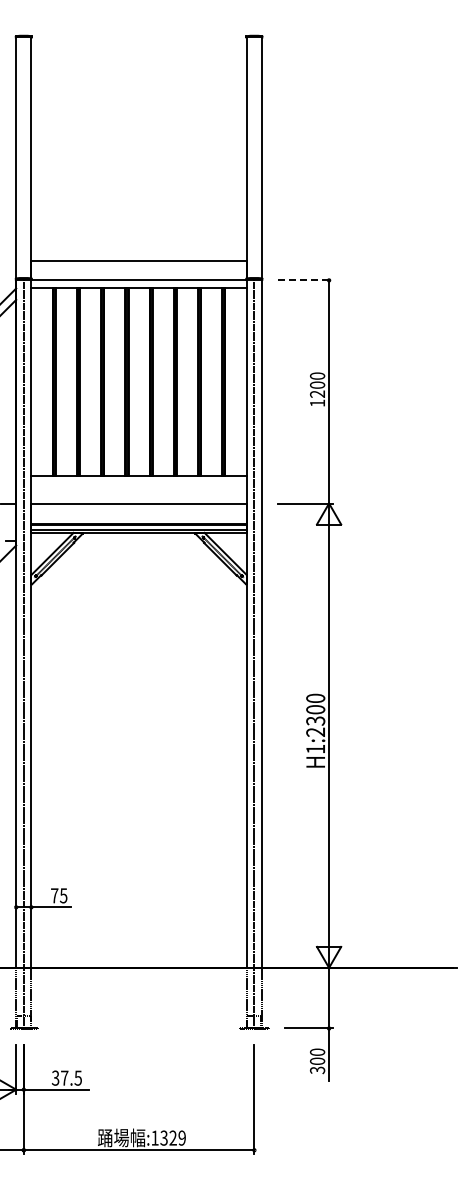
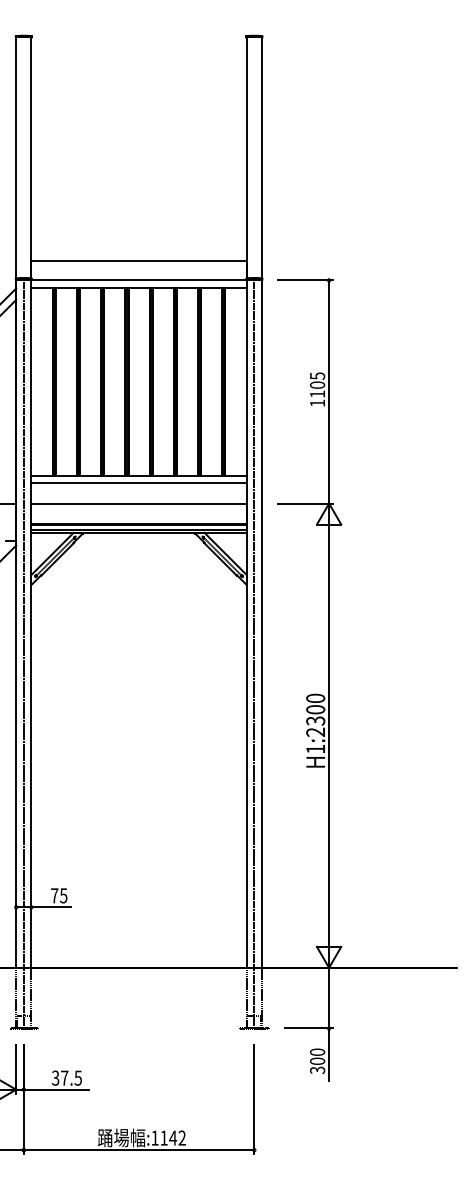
line at (305, 280): dashed -> solid
text at (317, 384): 1200 -> 1105
line at (138, 483): none -> present
text at (172, 1137): :1329 -> :1142
